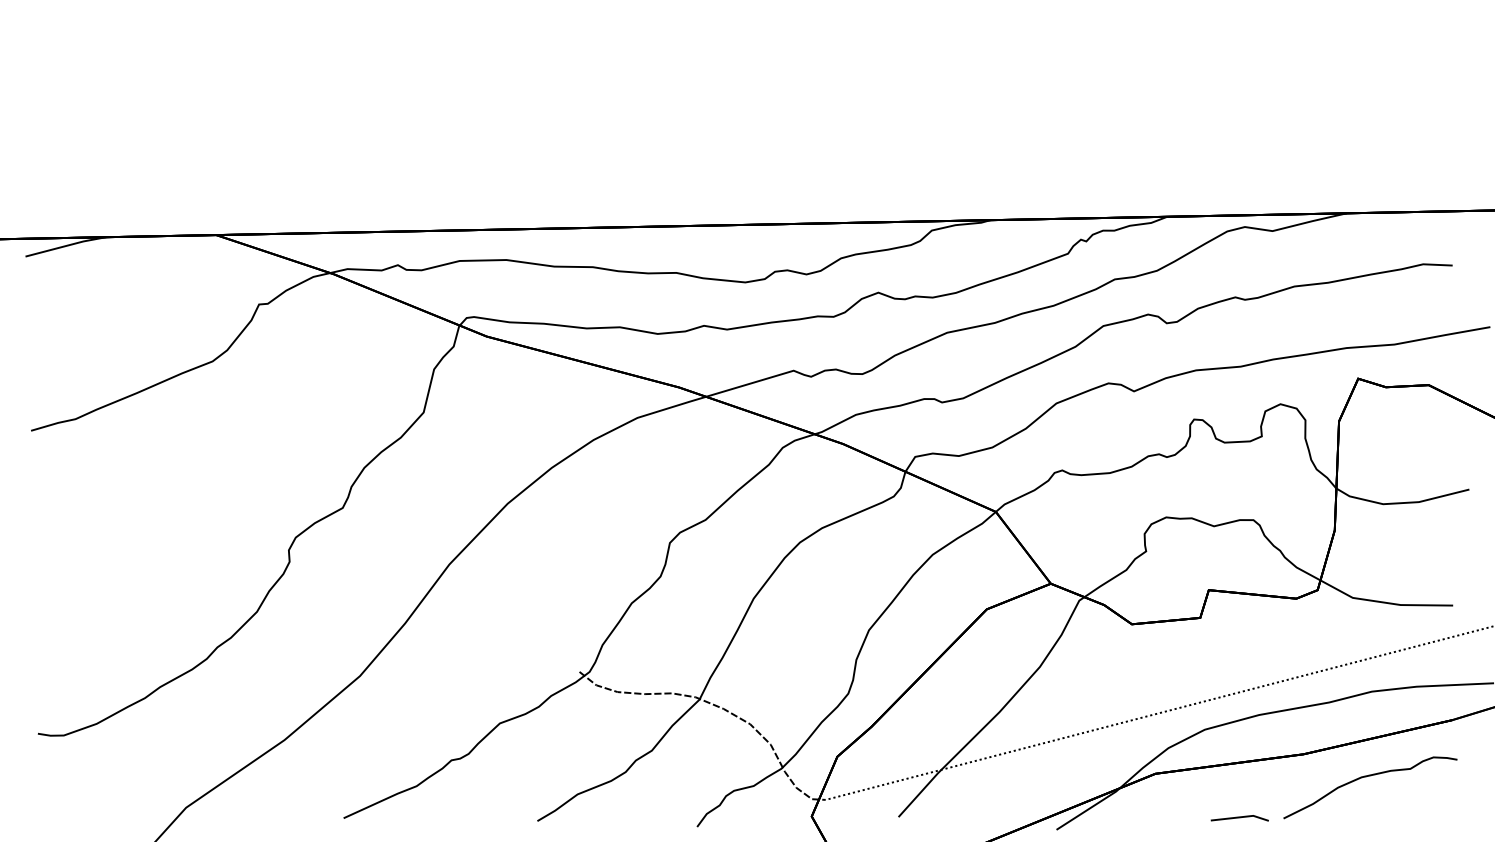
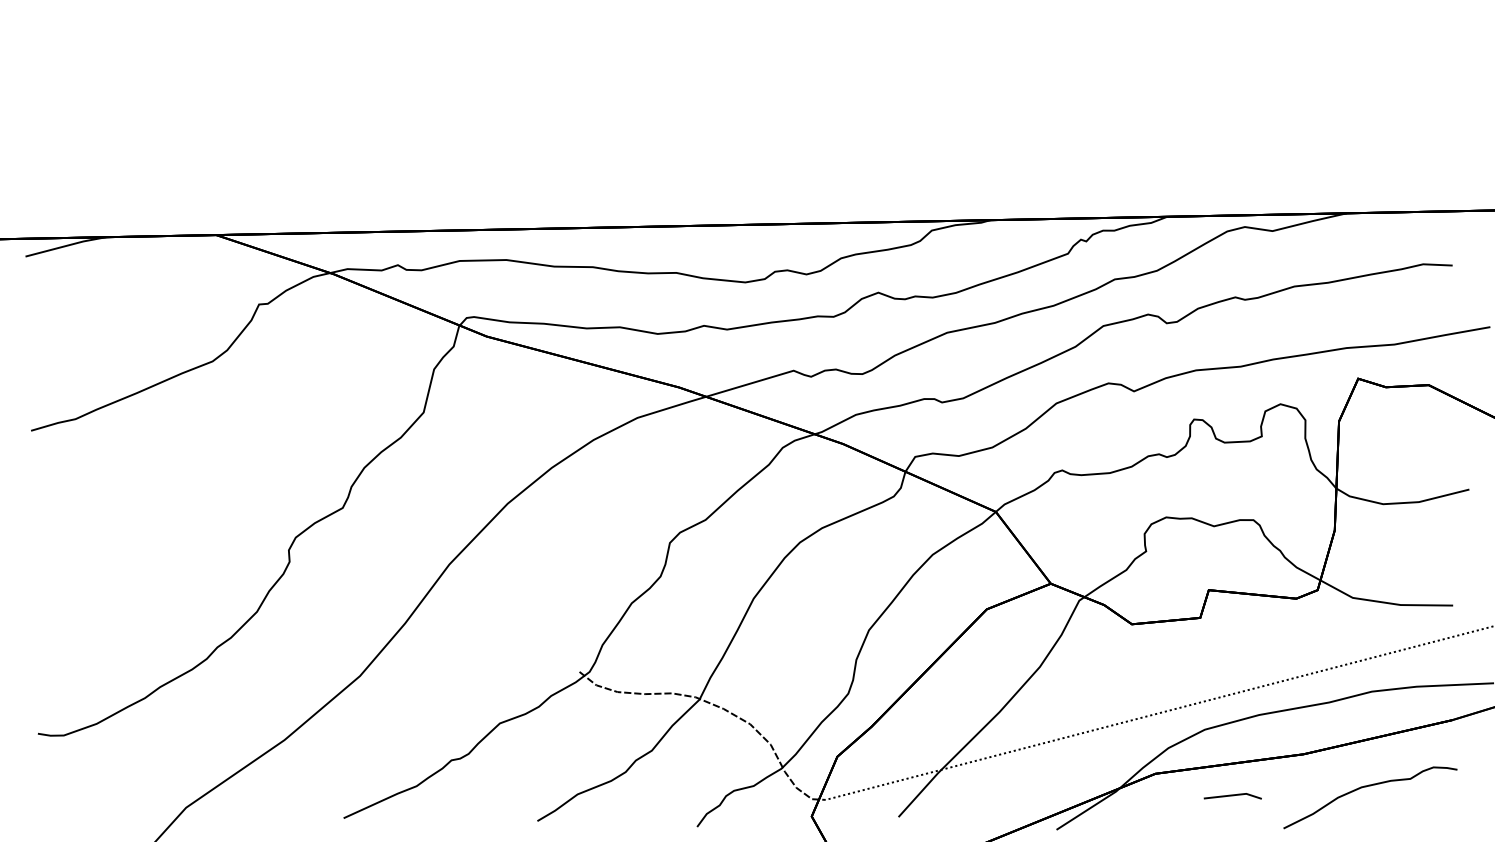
curve at (1366, 777) position: (1366, 777) -> (1366, 787)
line at (1239, 818) position: (1239, 818) -> (1232, 796)
